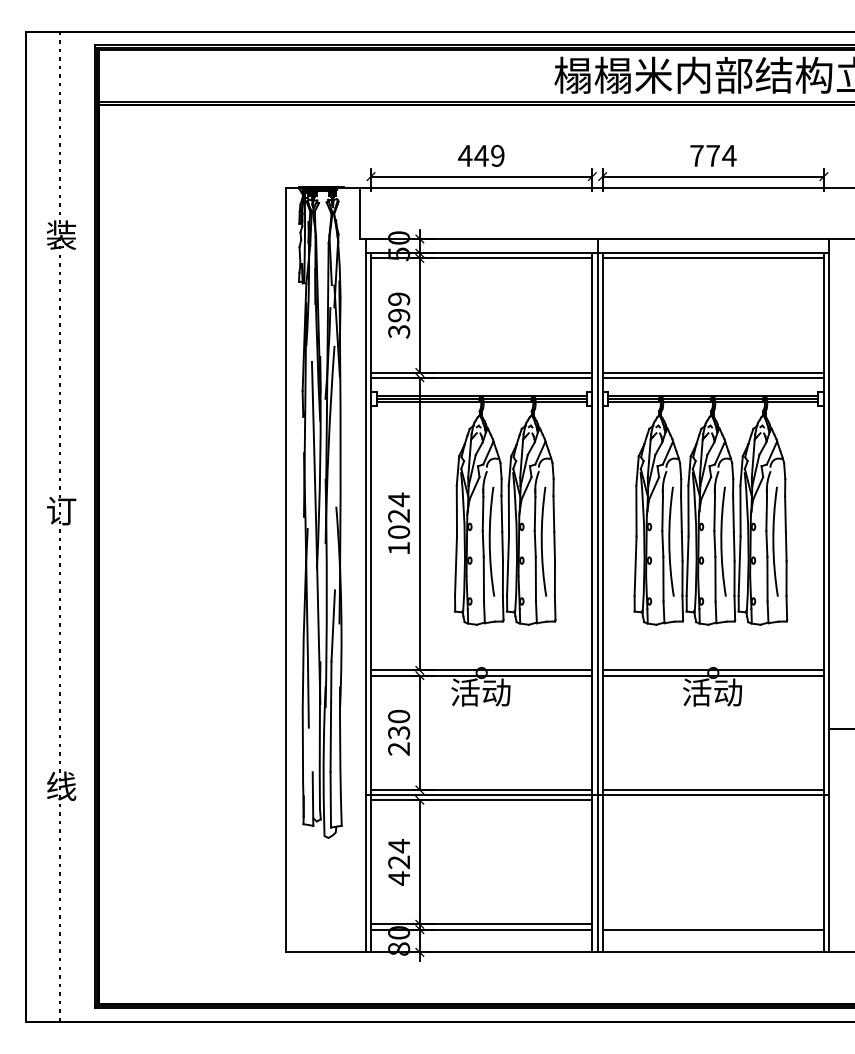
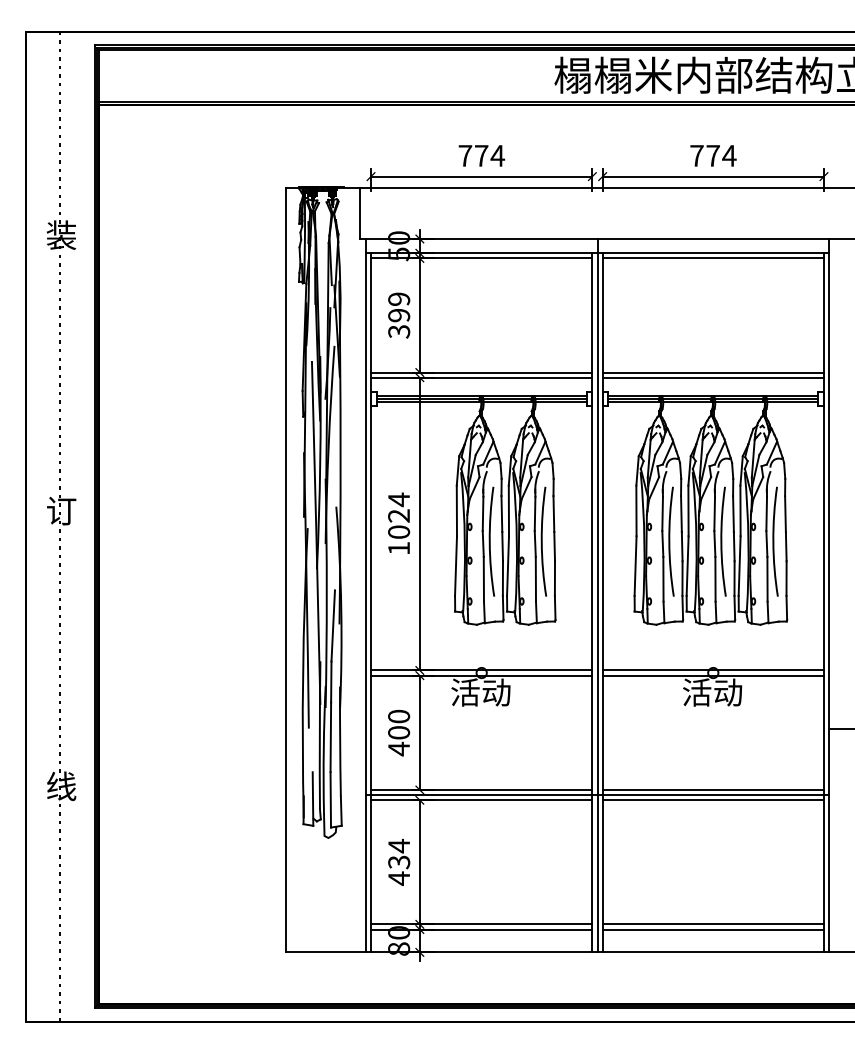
text at (481, 155): 449 -> 774
text at (398, 741): 230 -> 400
line at (712, 800): none -> present
text at (399, 862): 424 -> 434
line at (712, 924): none -> present
